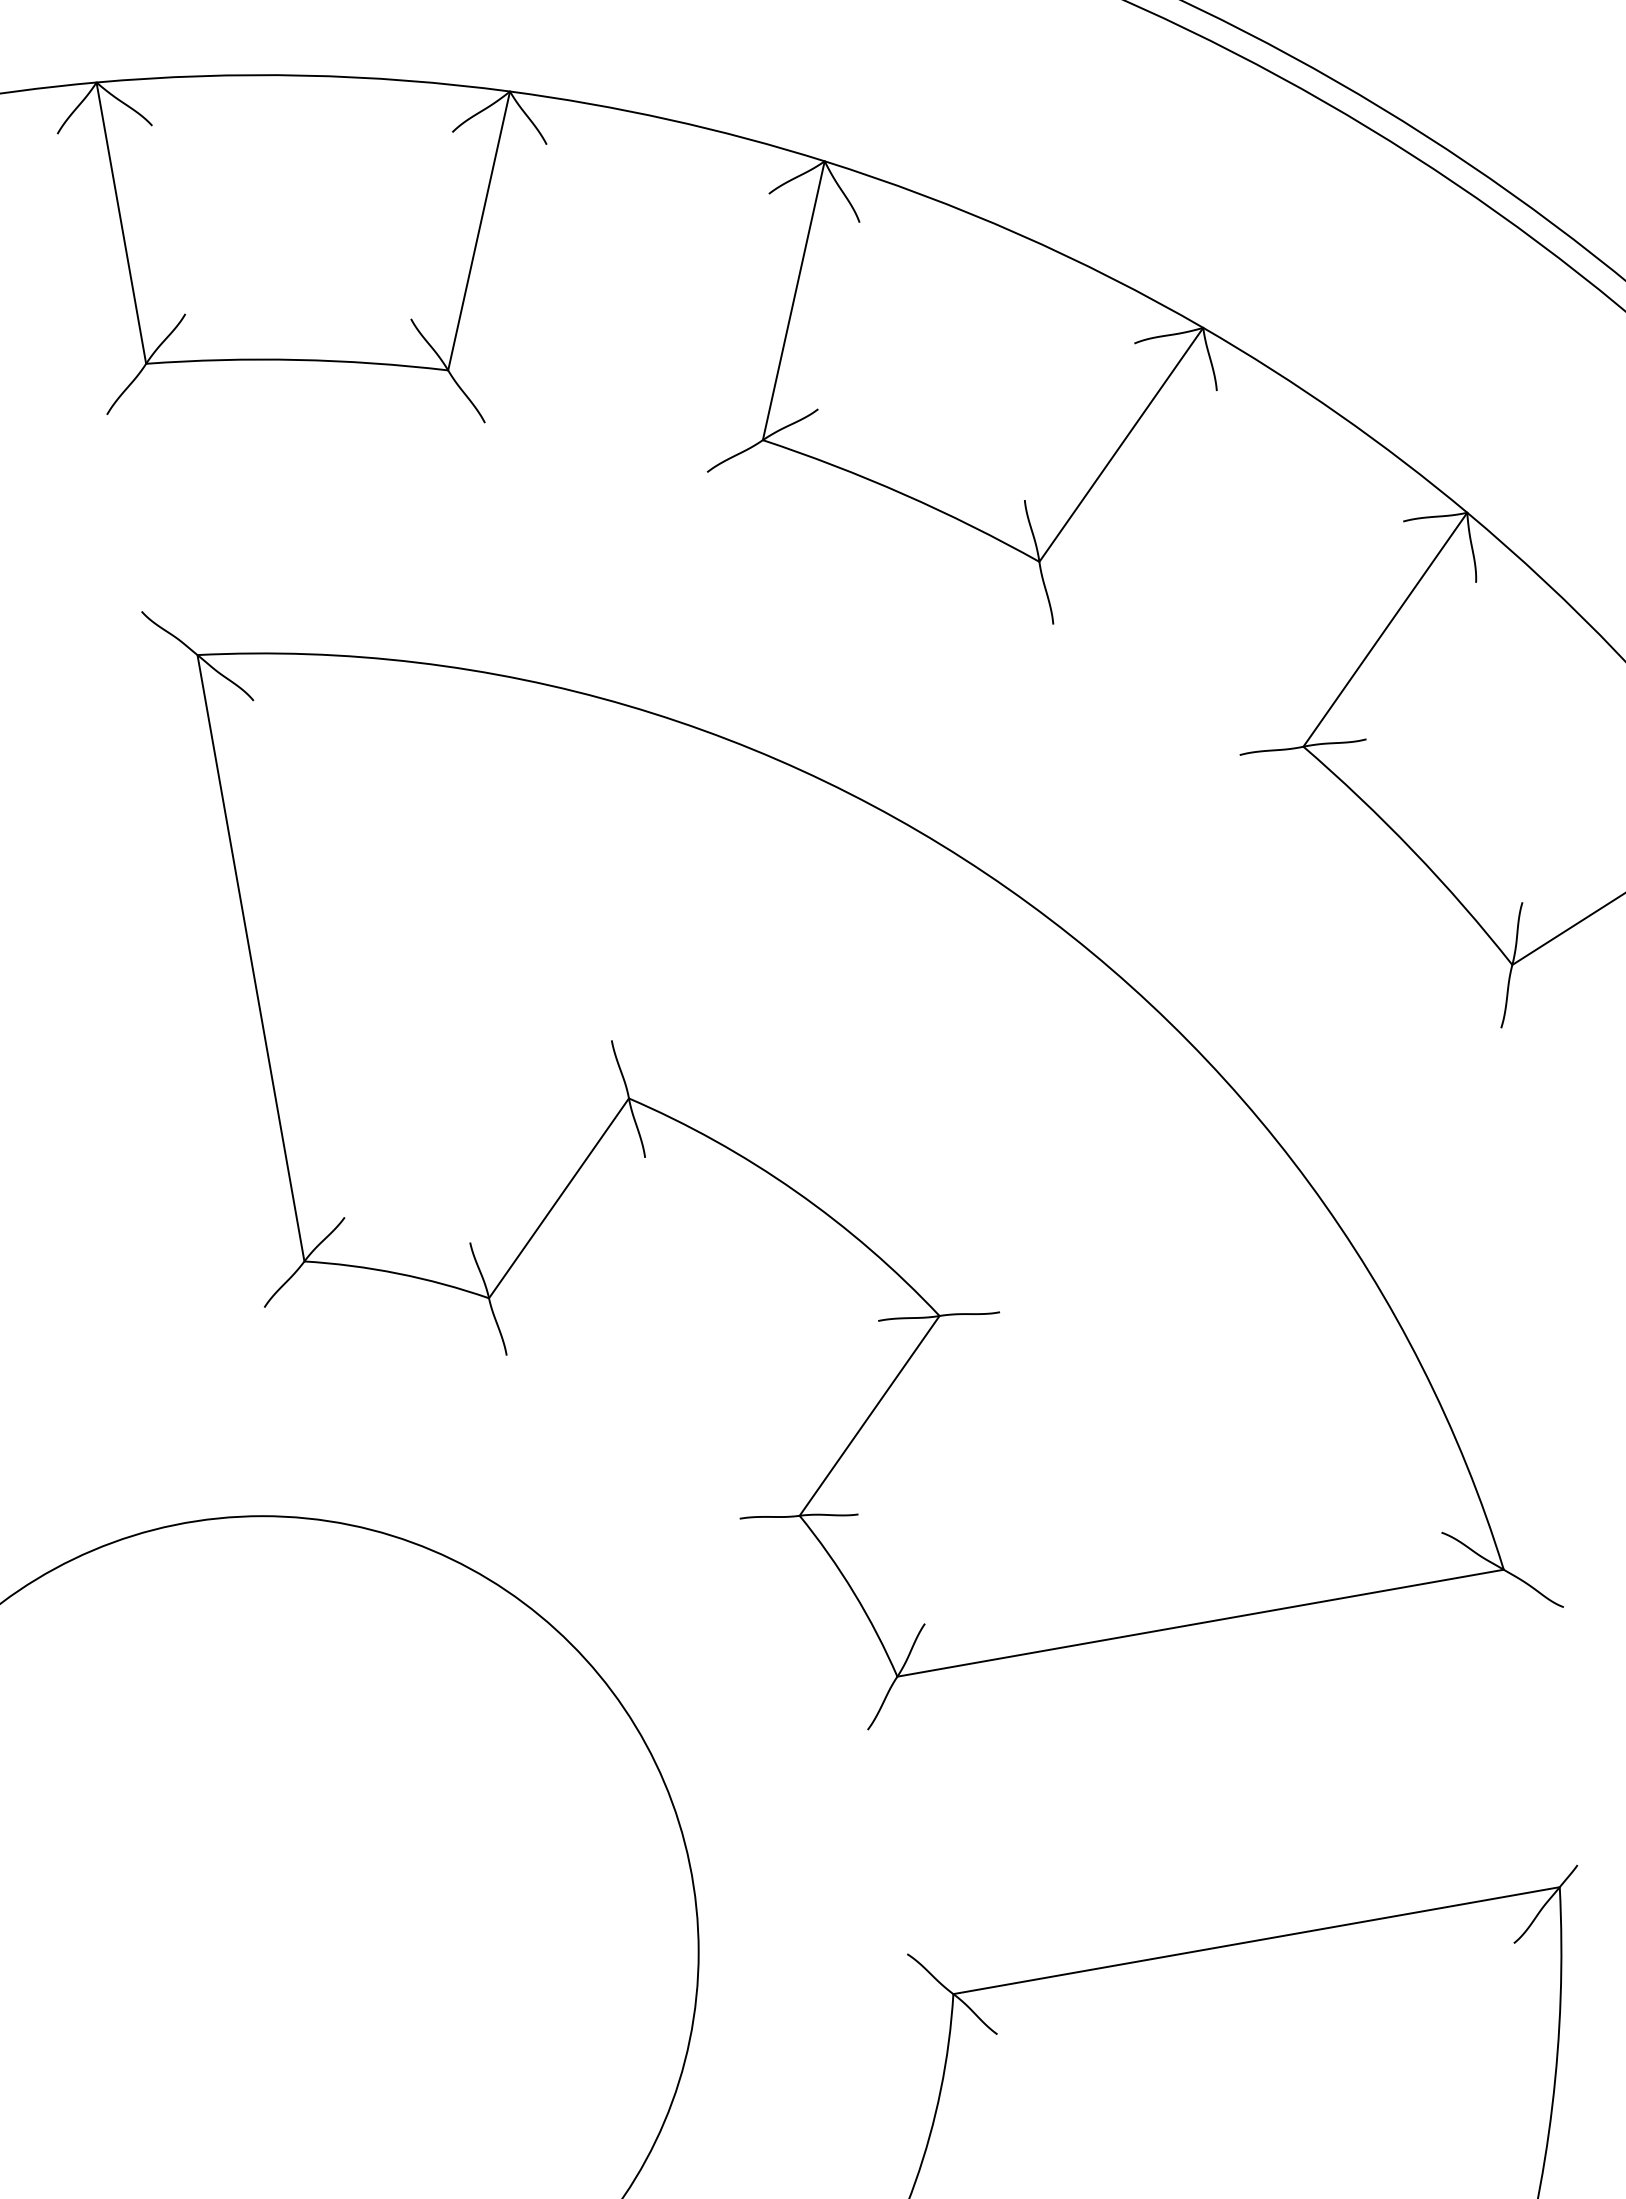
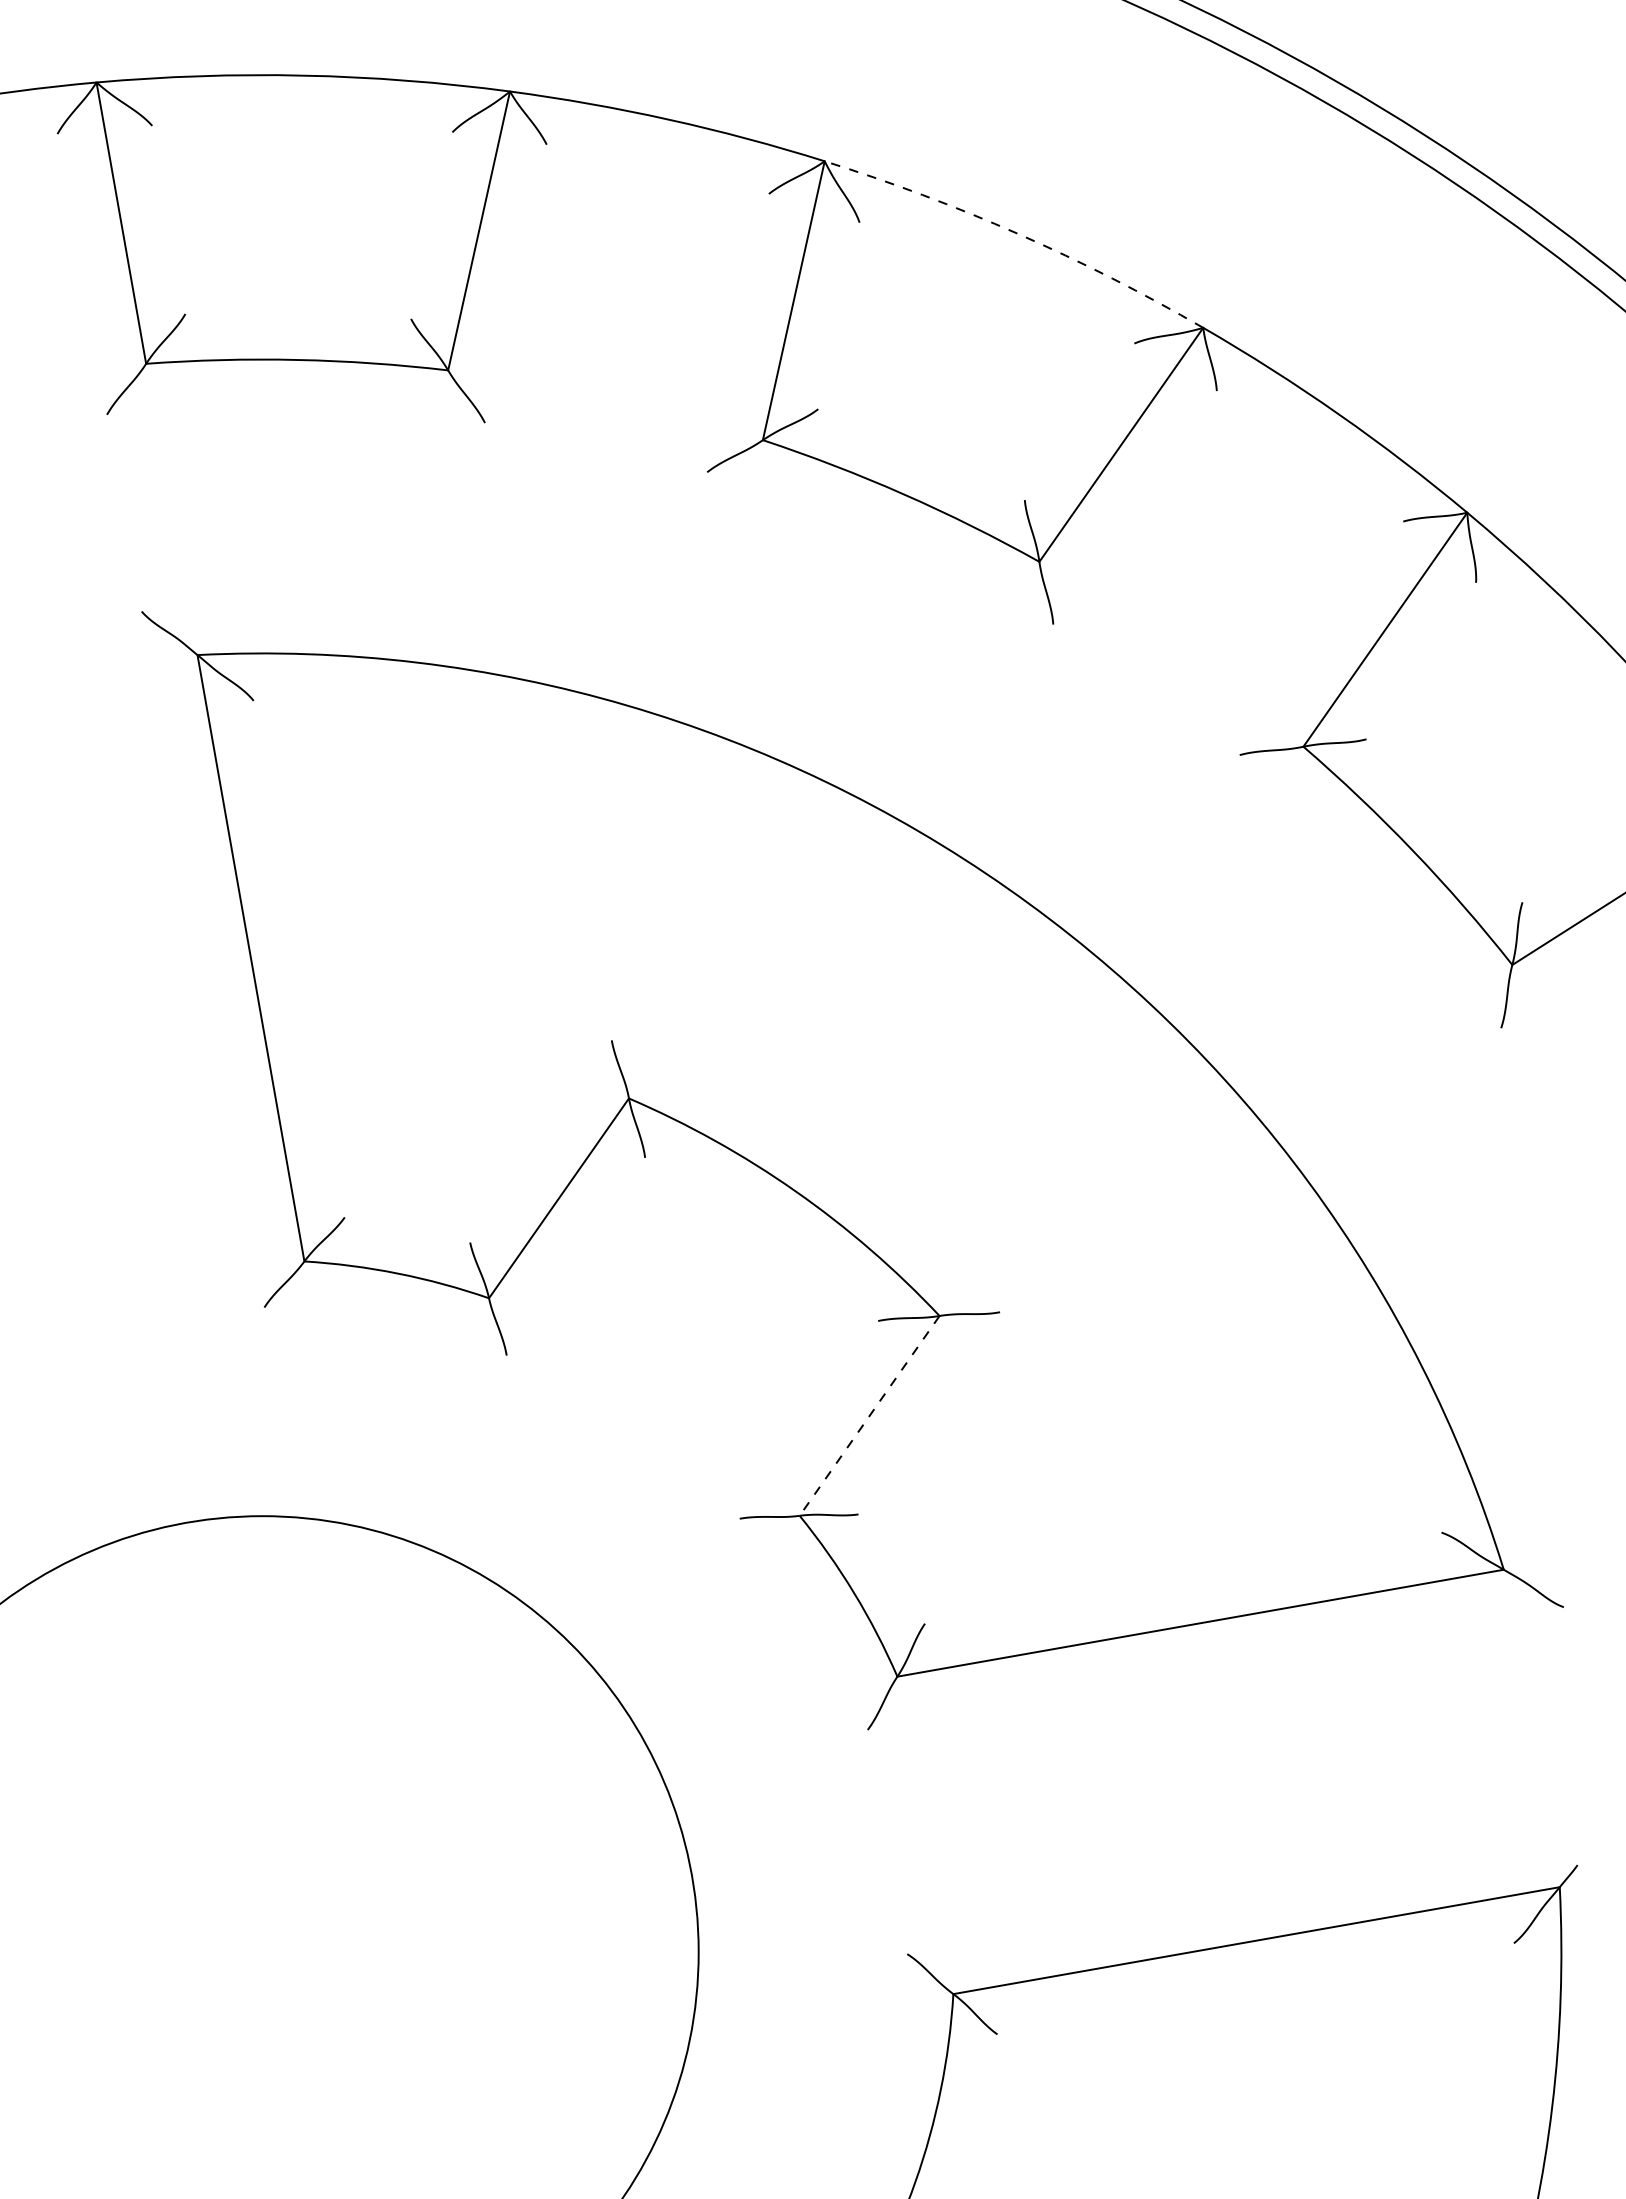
arc at (1018, 234): solid -> dashed
line at (869, 1415): solid -> dashed
